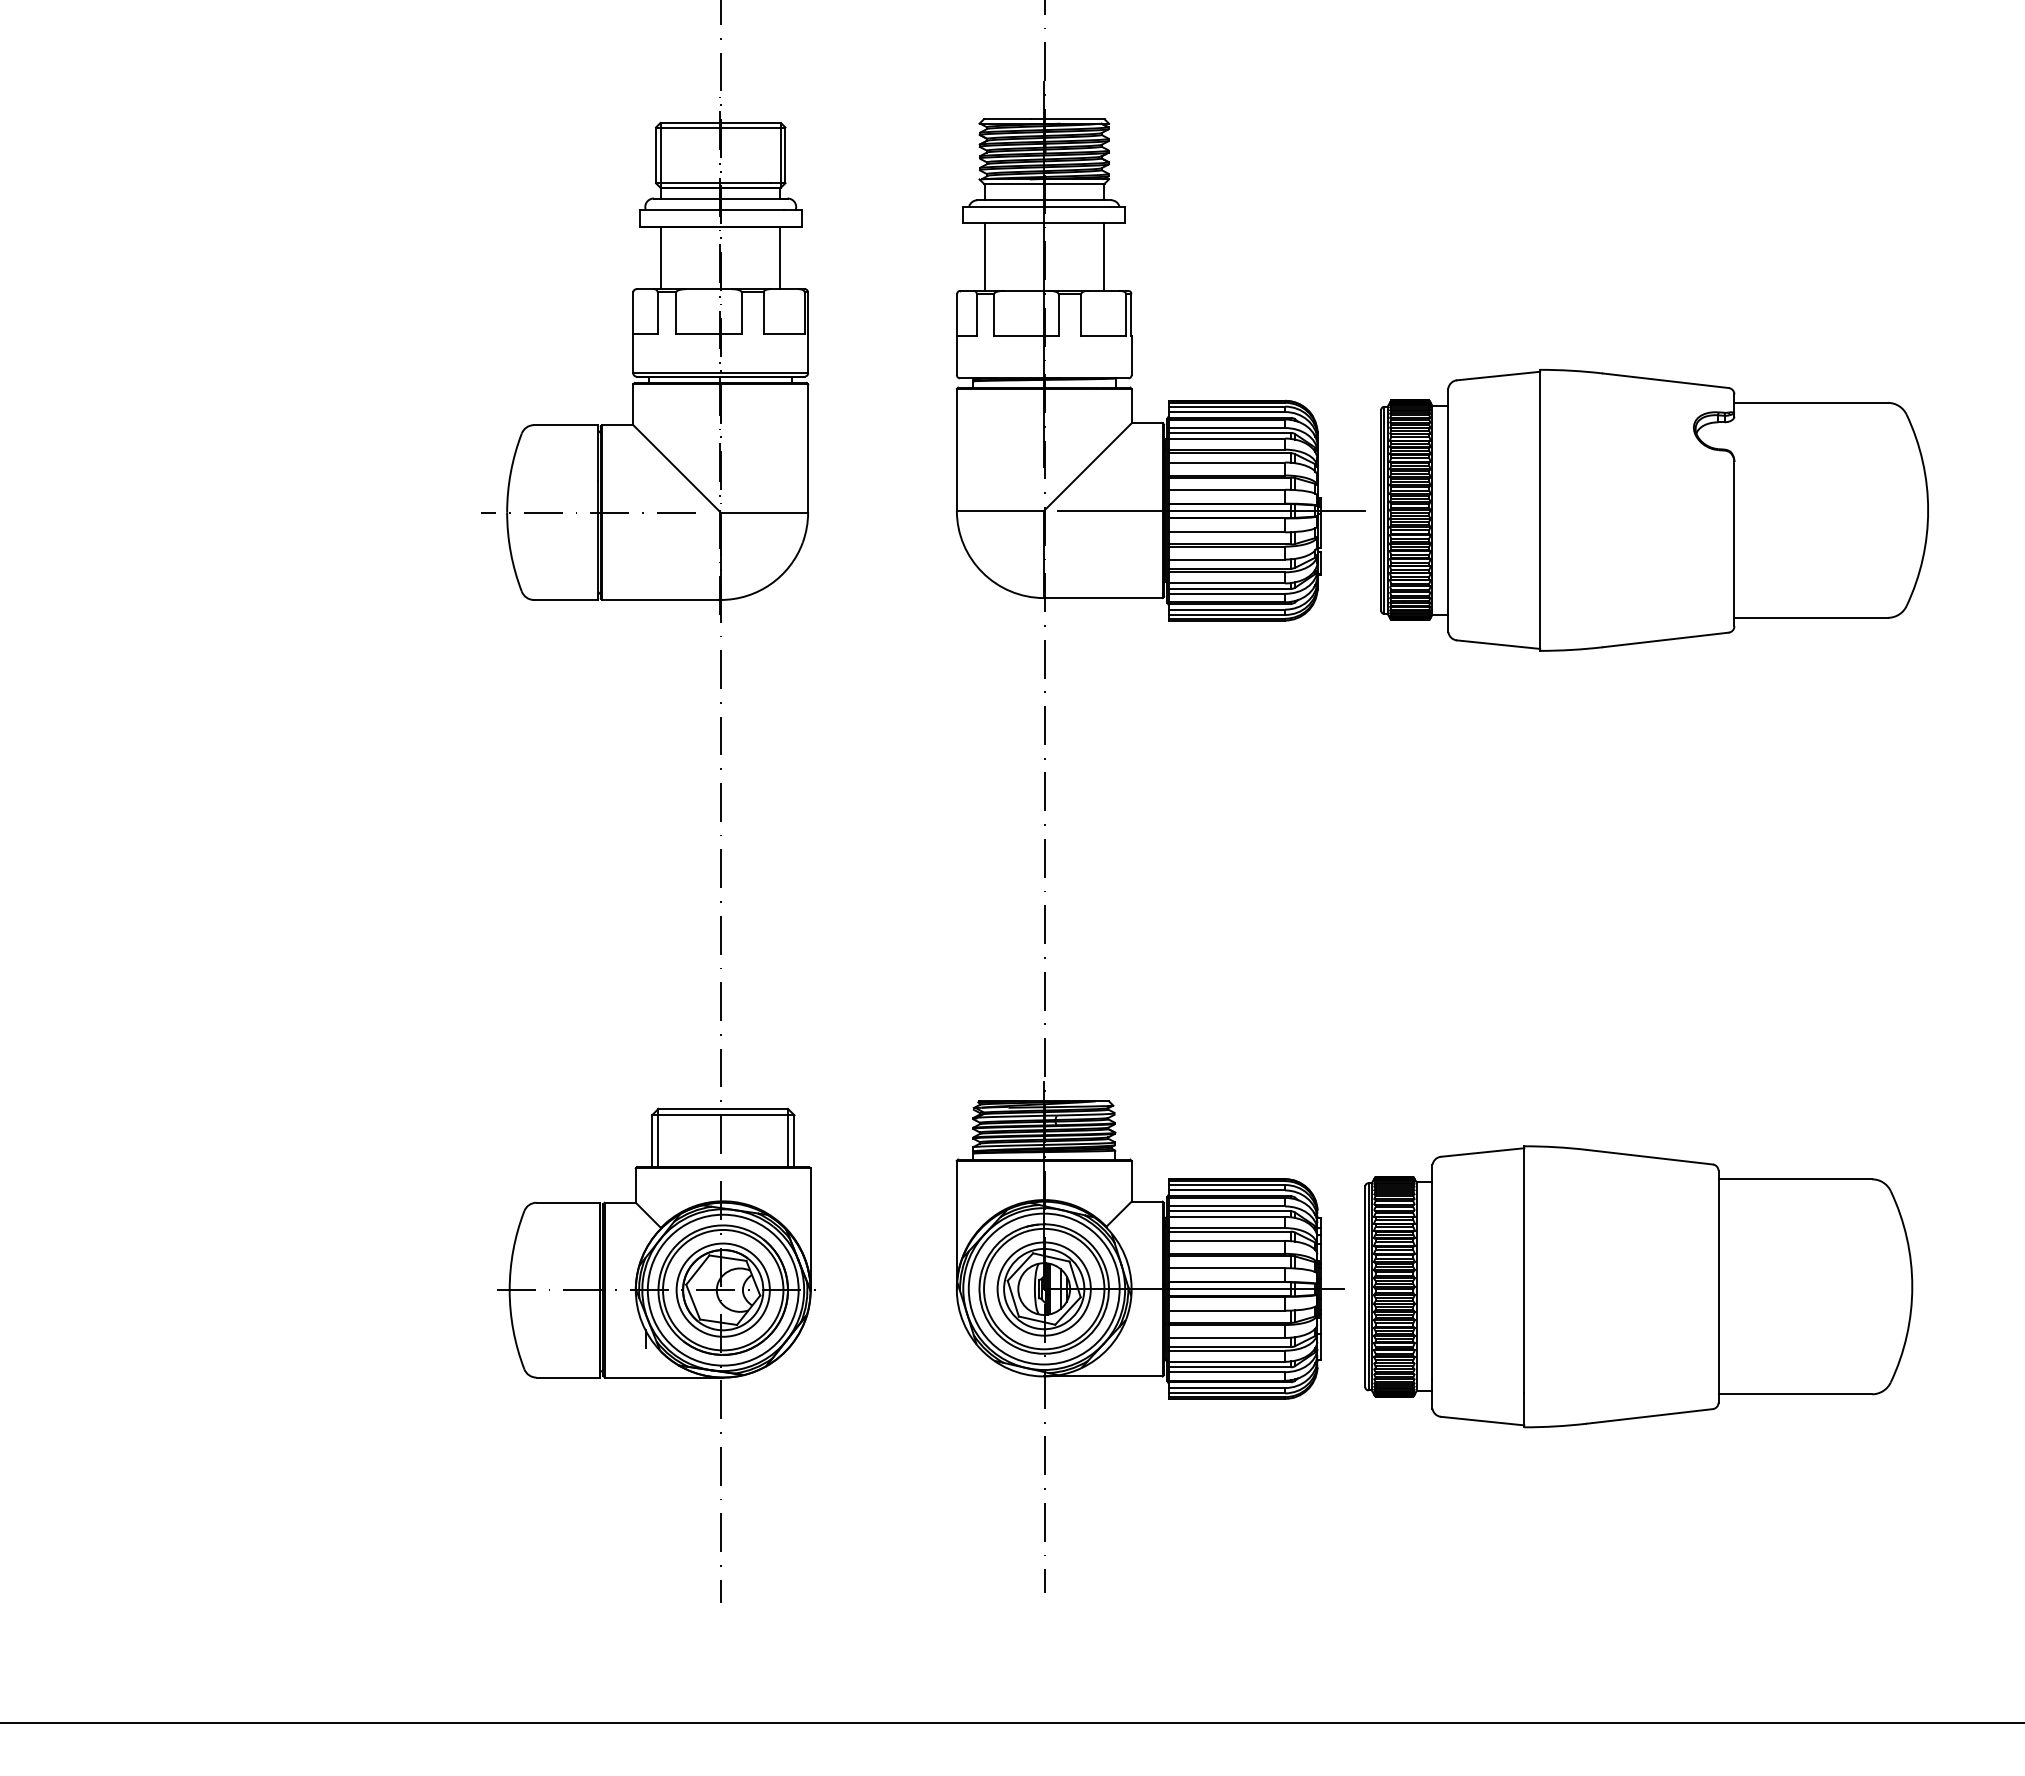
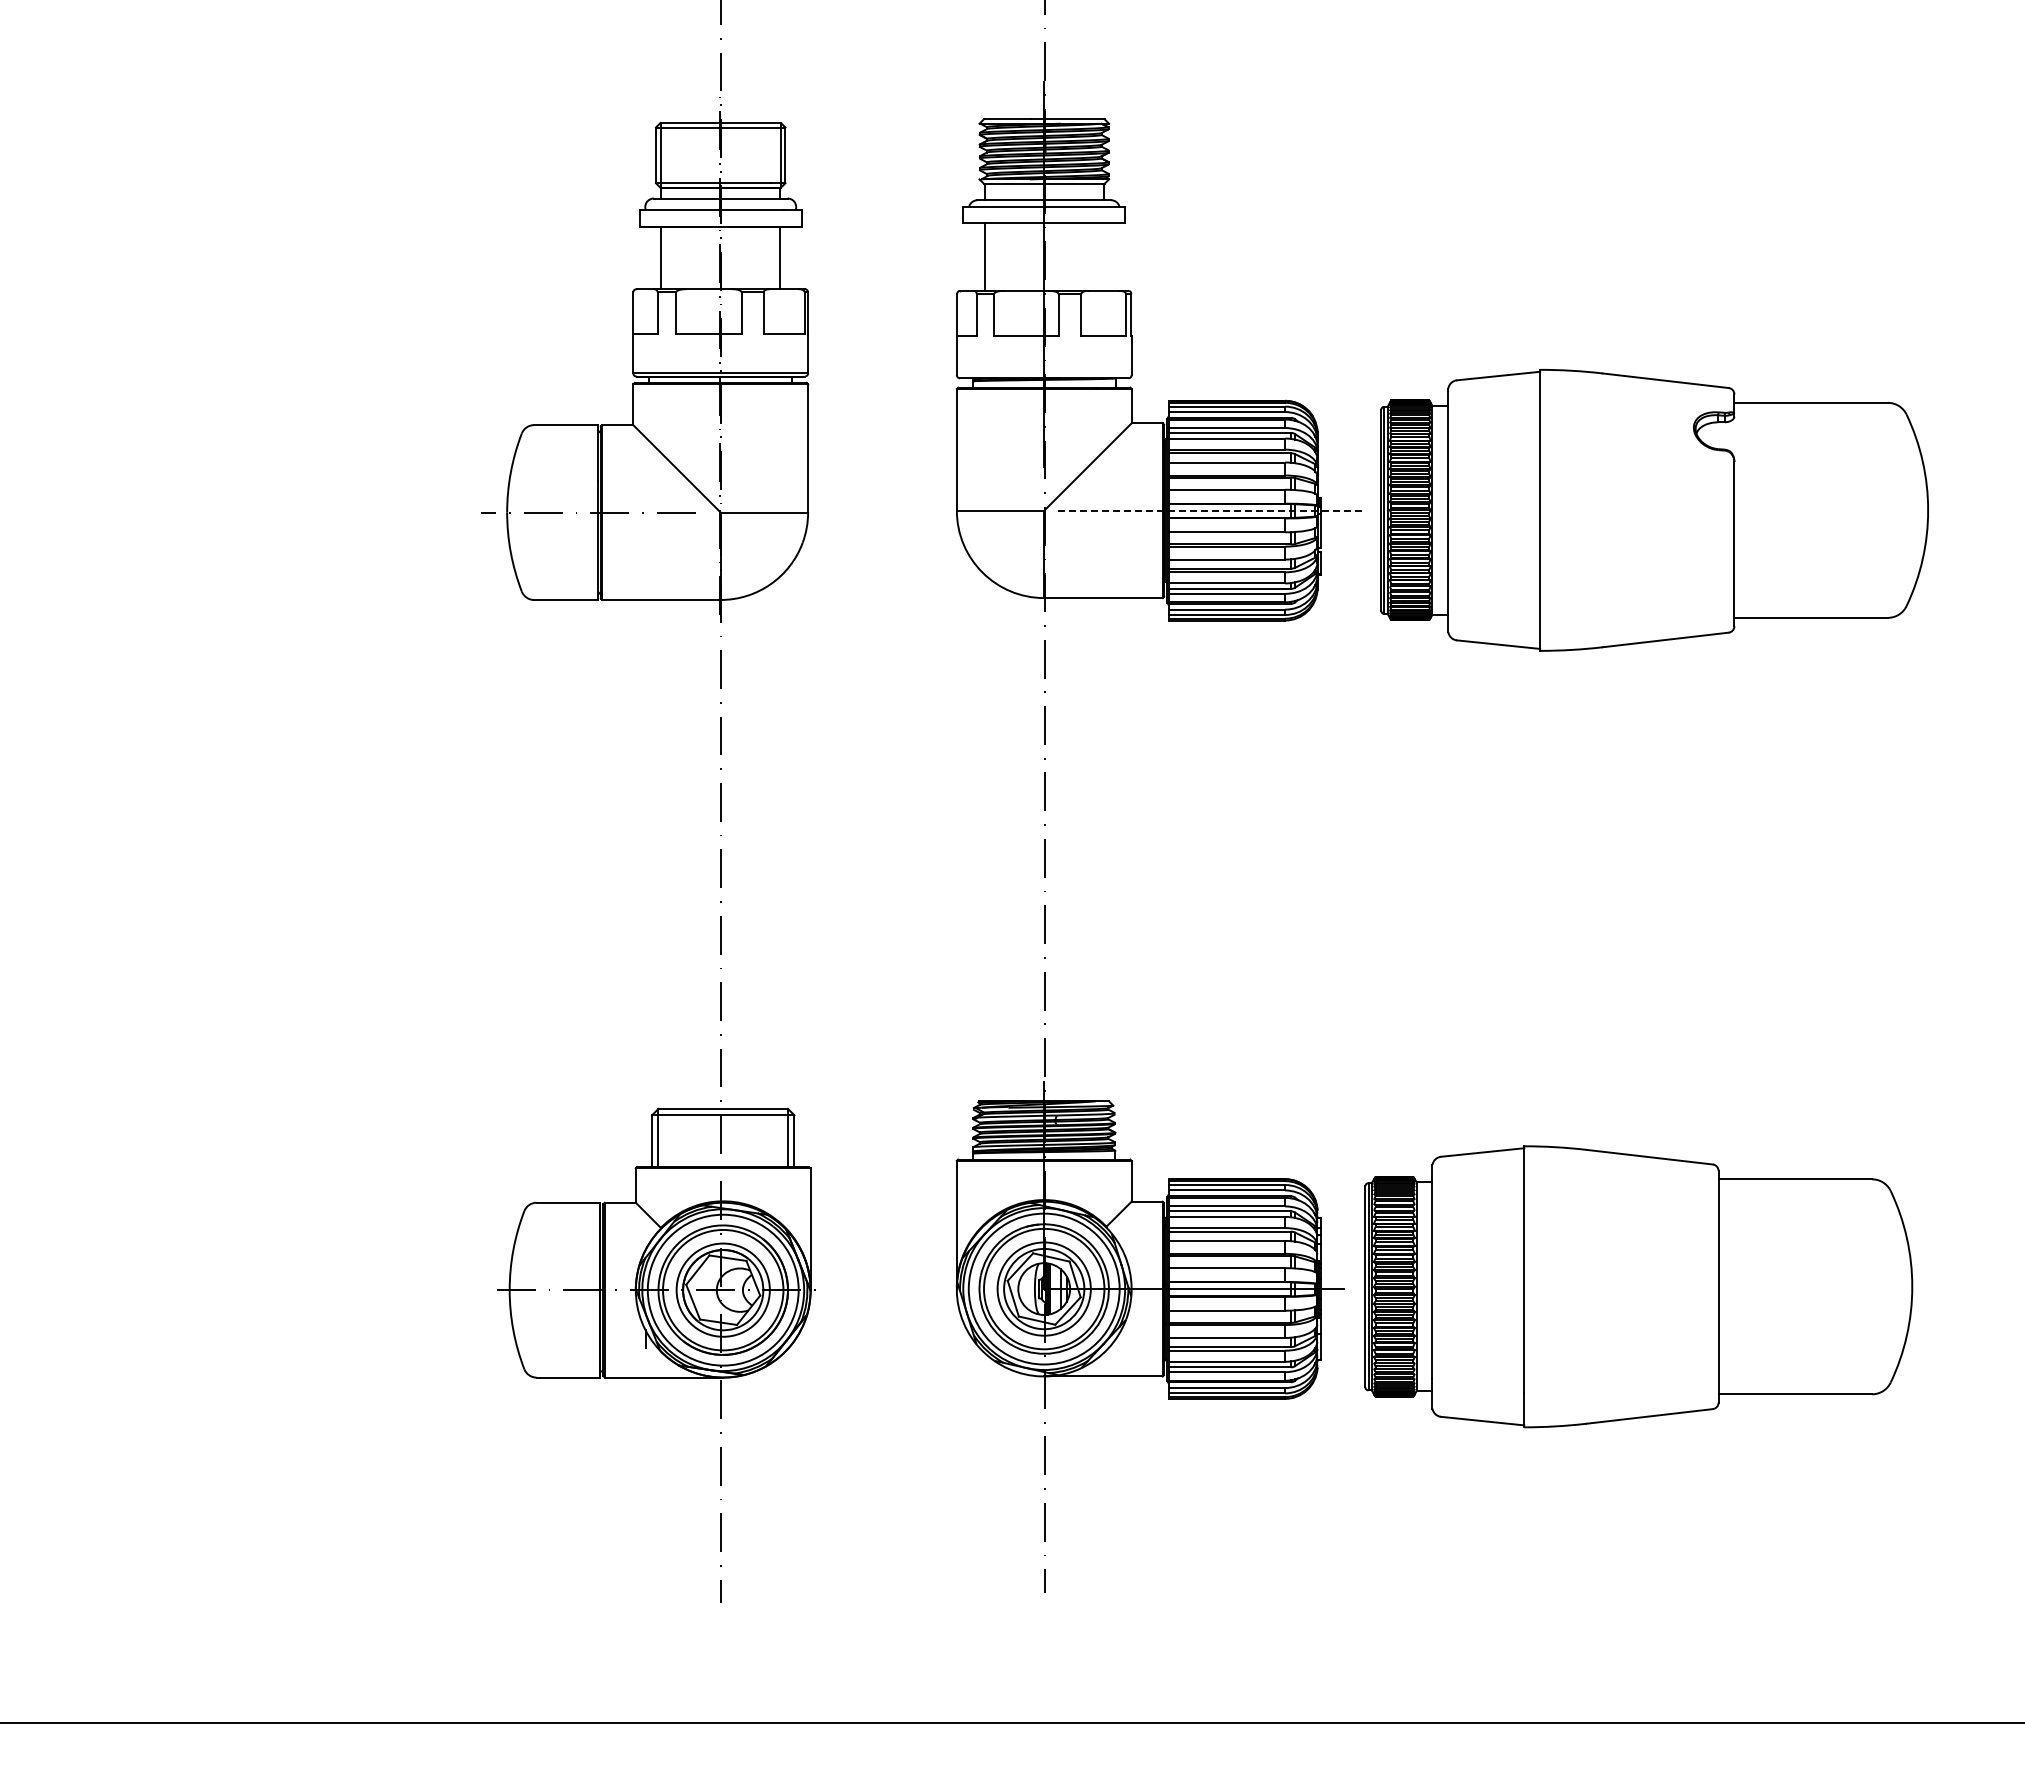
line at (1104, 256): present -> none
line at (1211, 510): solid -> dashed
